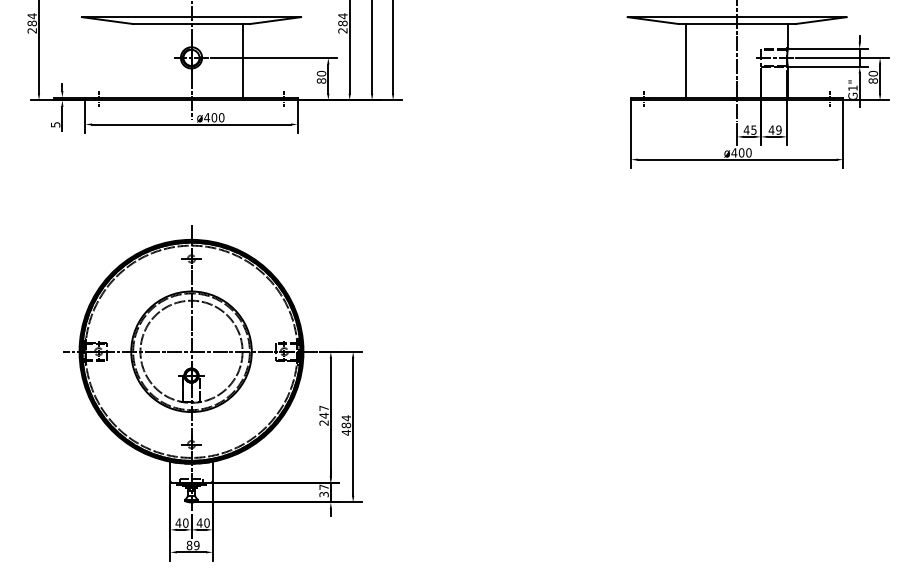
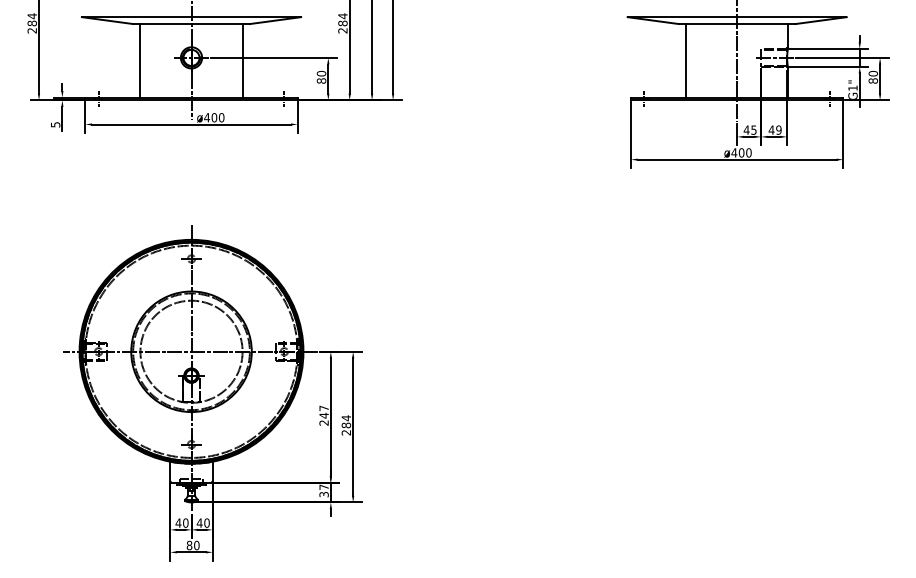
line at (140, 60): none -> present
text at (345, 432): 484 -> 284
text at (196, 545): 89 -> 80
